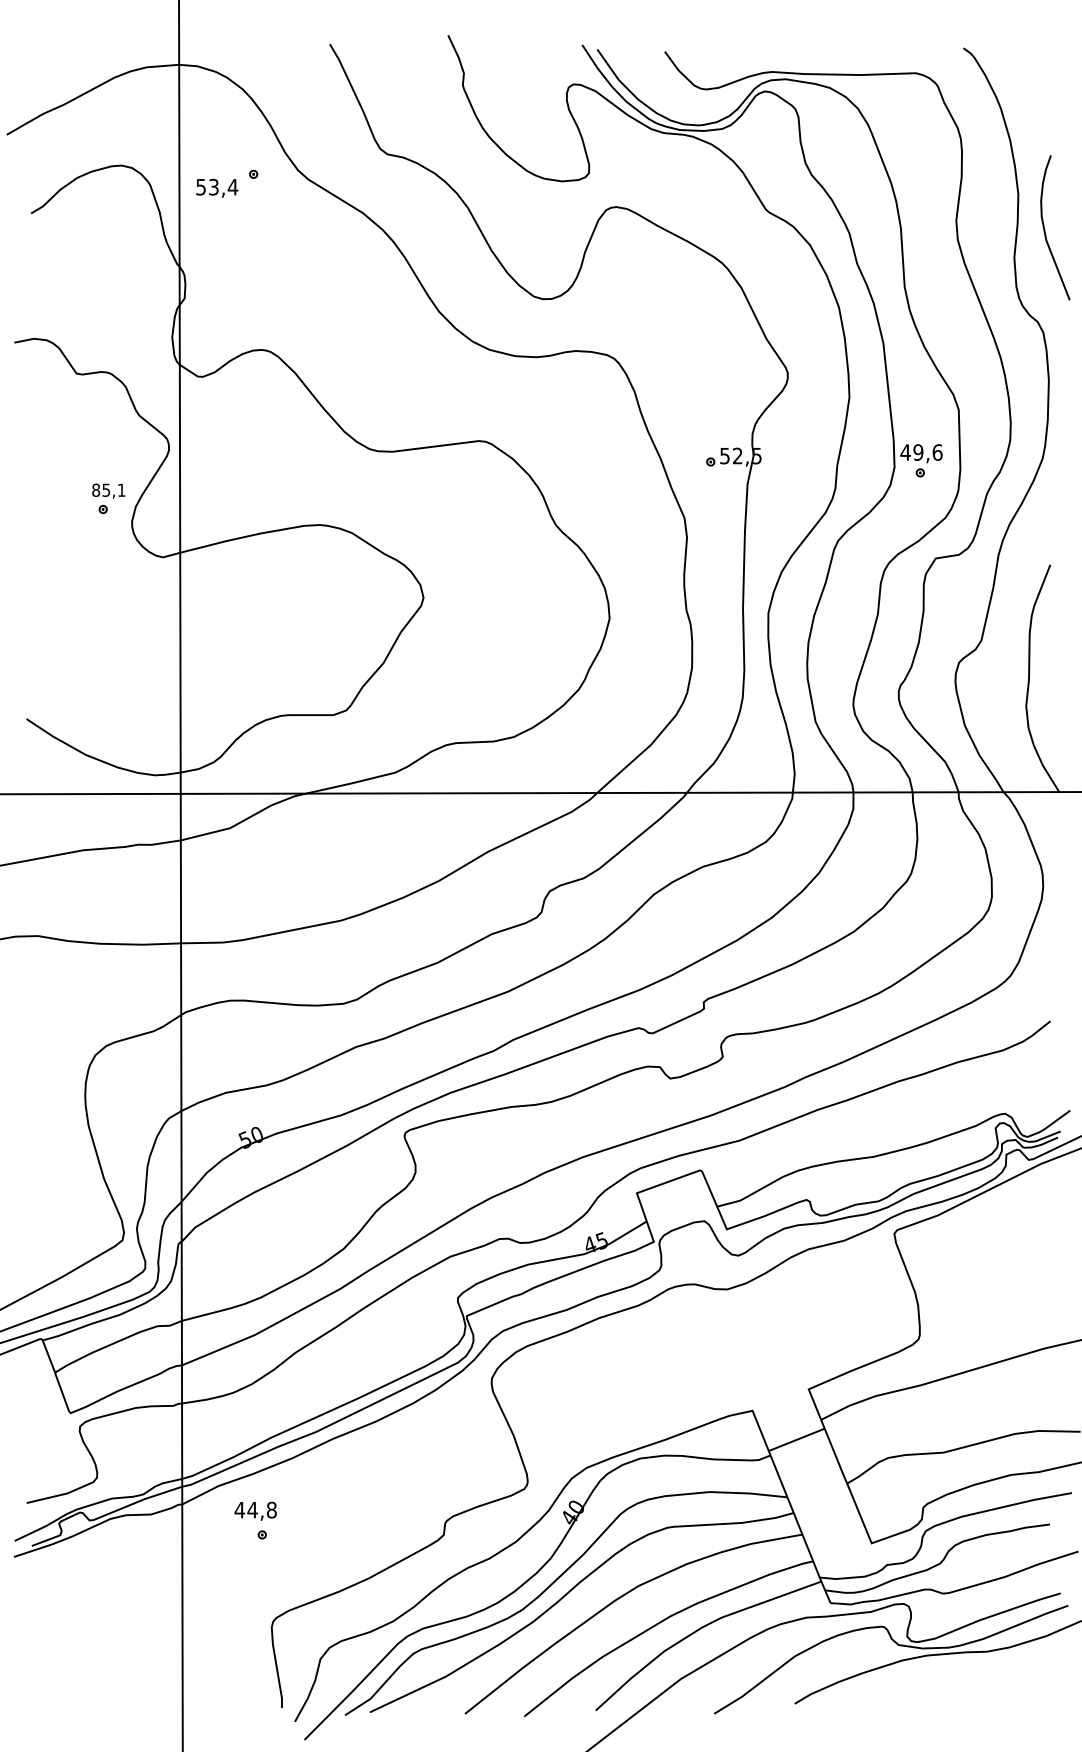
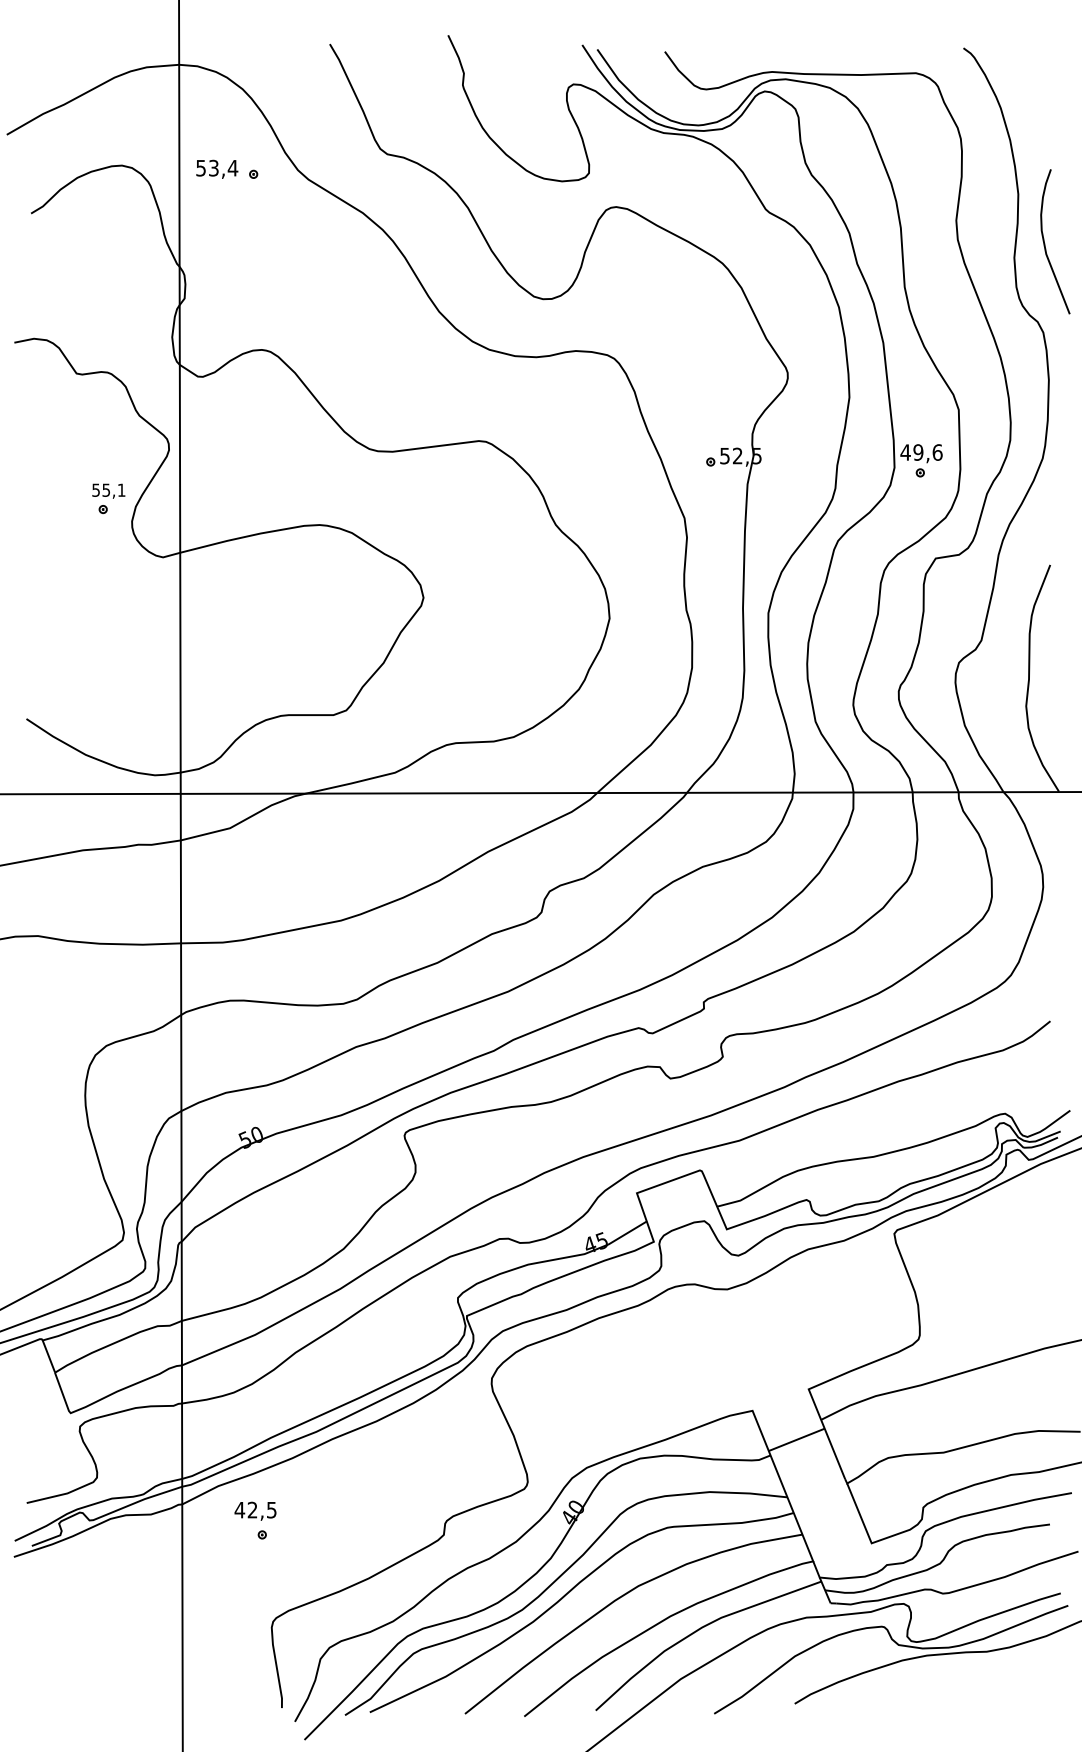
text at (217, 187) position: (217, 187) -> (217, 168)
curve at (1045, 229) position: (1045, 229) -> (1045, 243)
text at (96, 489): 85,1 -> 55,1
text at (261, 1509): 44,8 -> 42,5
